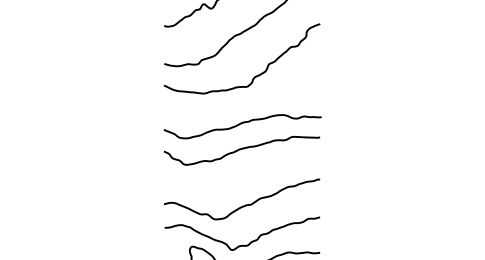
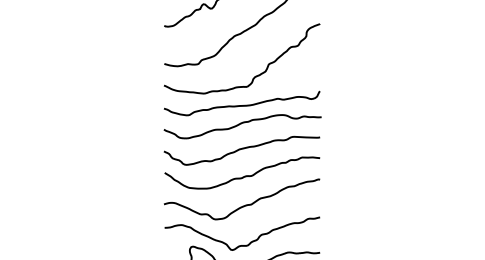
curve at (241, 105): none -> present
curve at (244, 175): none -> present
